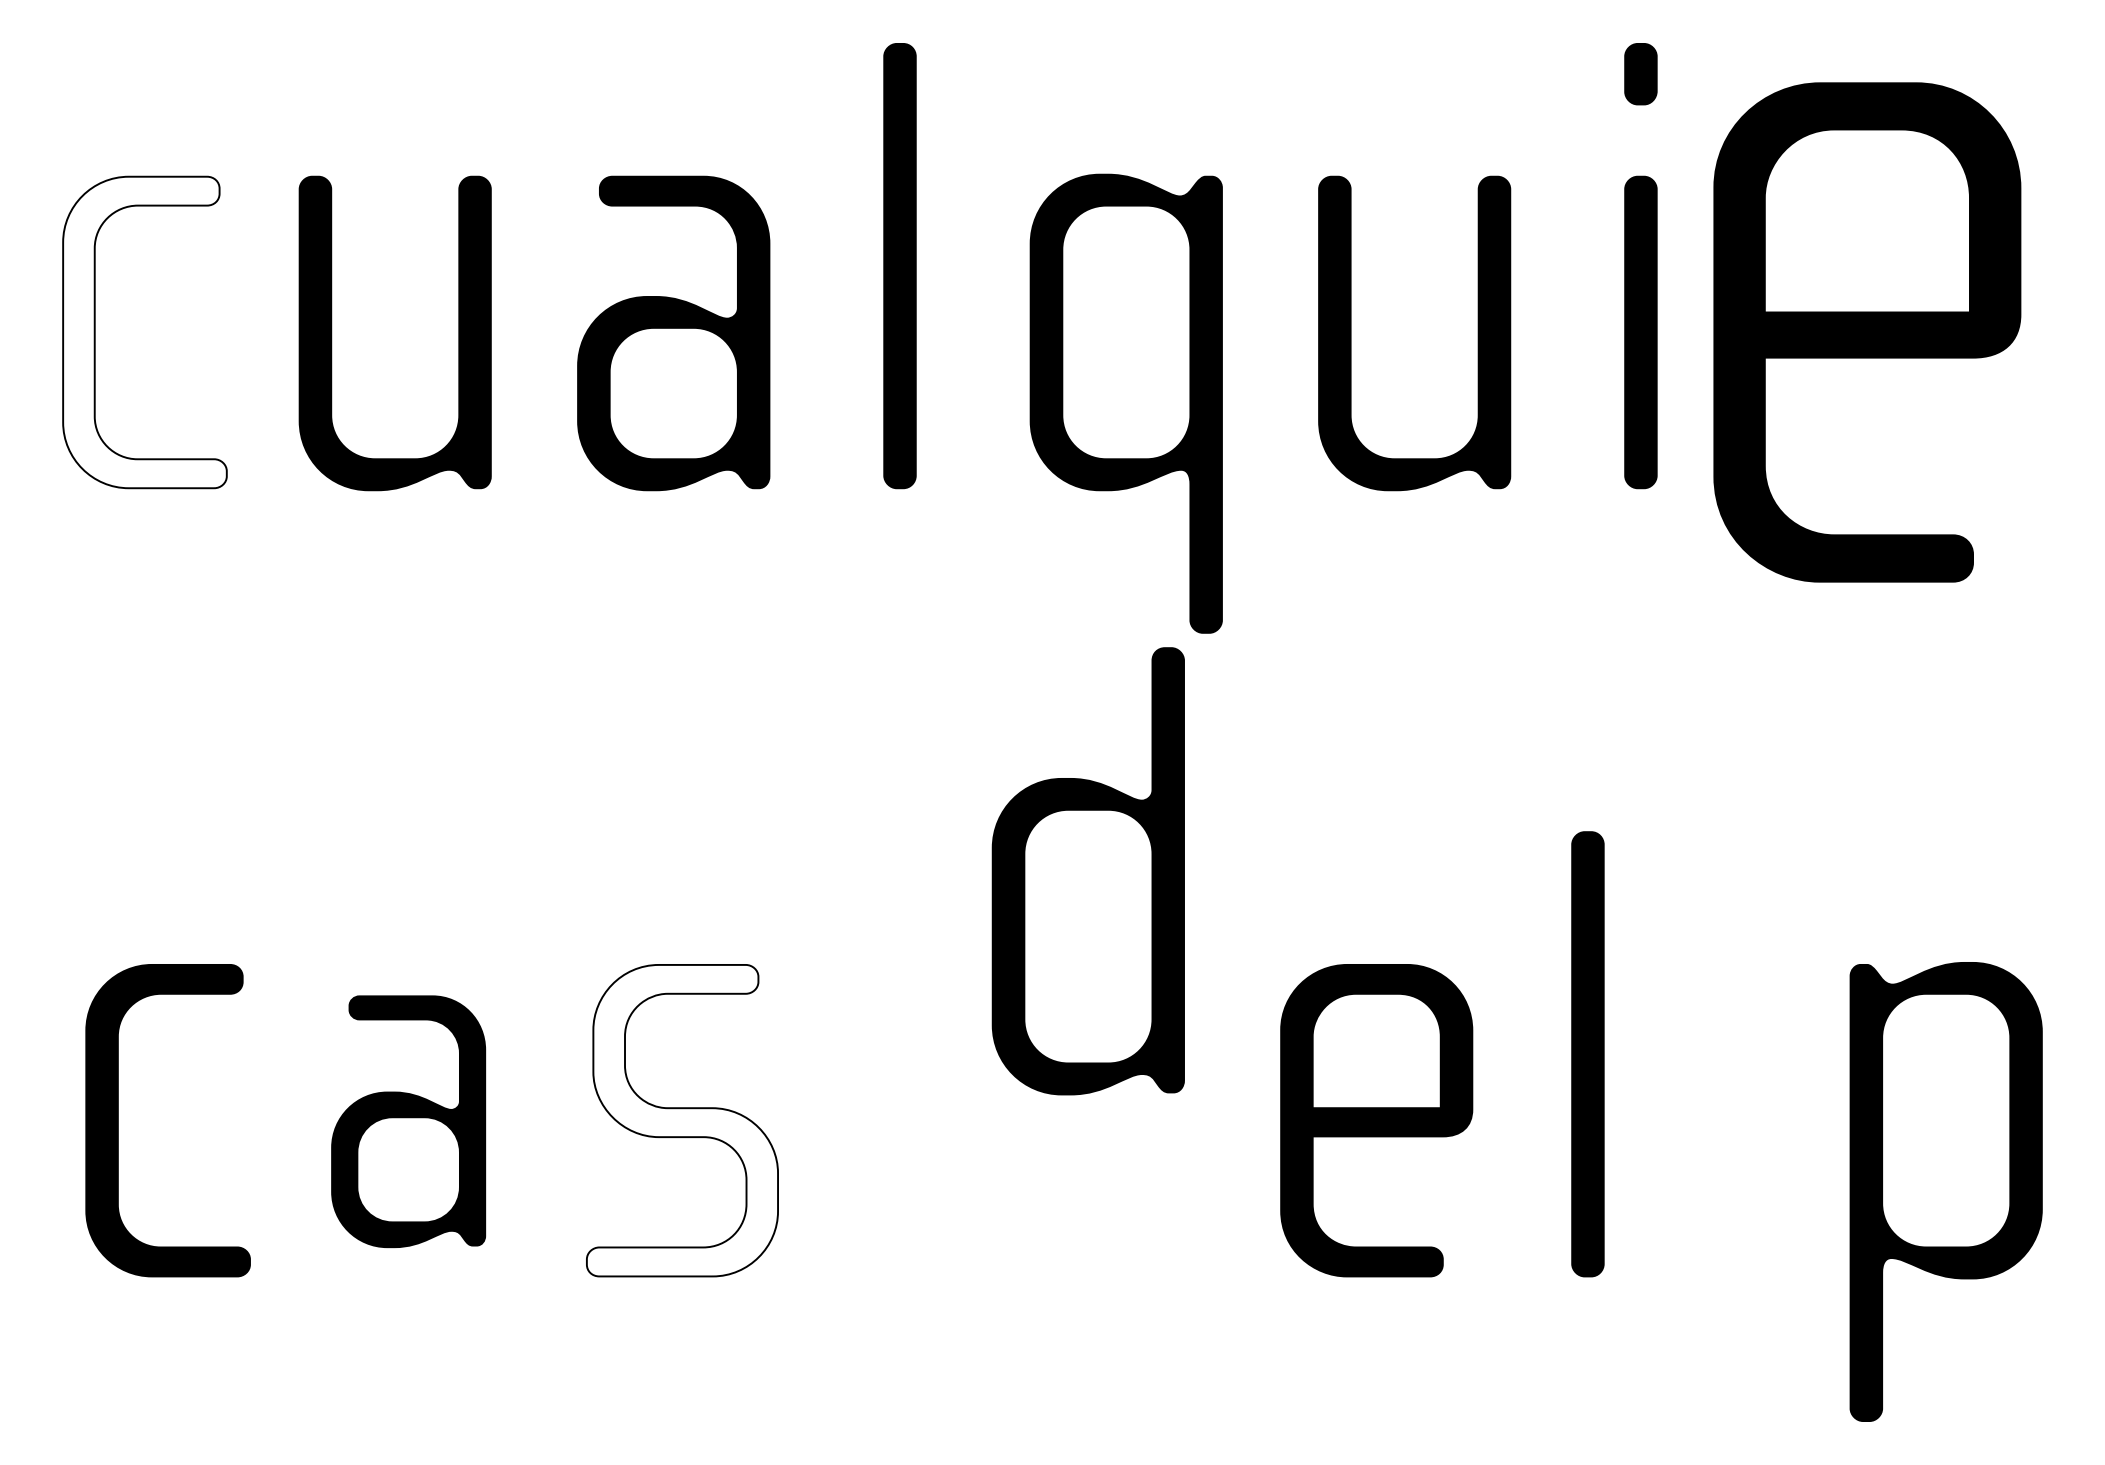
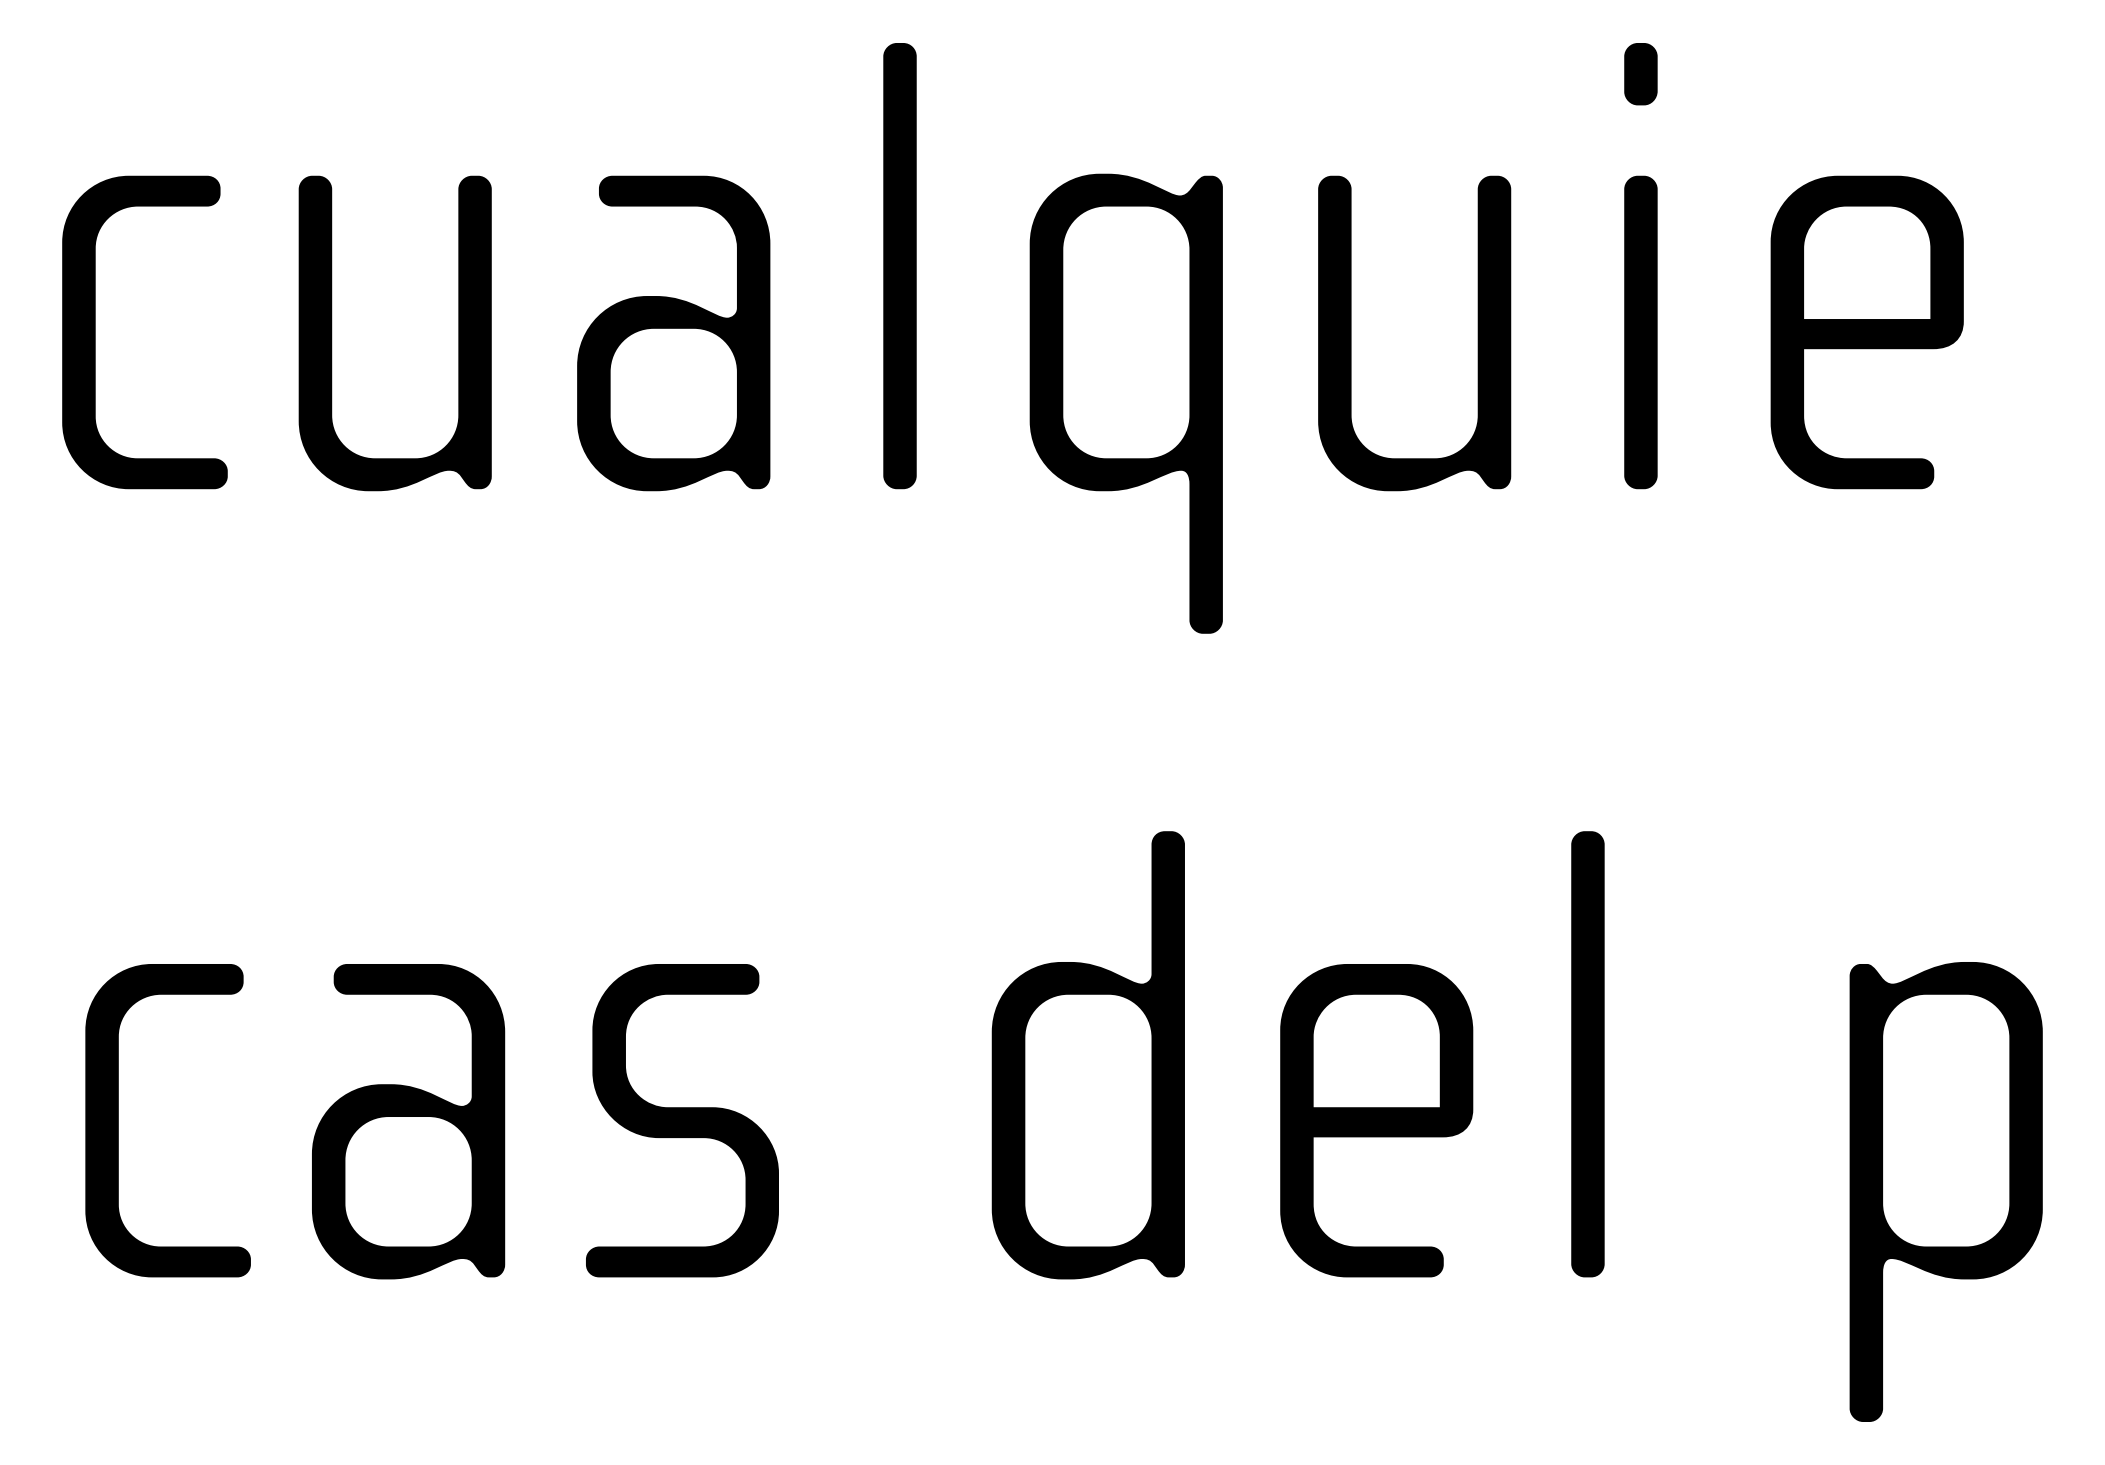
fill at (144, 332): none -> present
part at (1867, 332) size: 309x501 px -> 194x315 px
part at (1087, 871) position: (1087, 871) -> (1087, 1055)
fill at (682, 1120): none -> present
part at (408, 1121) size: 156x254 px -> 194x316 px
